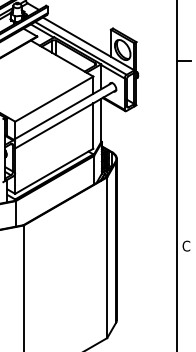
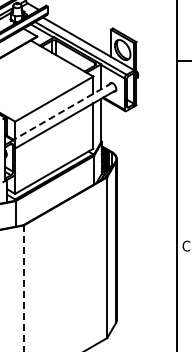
line at (62, 111): solid -> dashed
line at (23, 288): solid -> dashed
